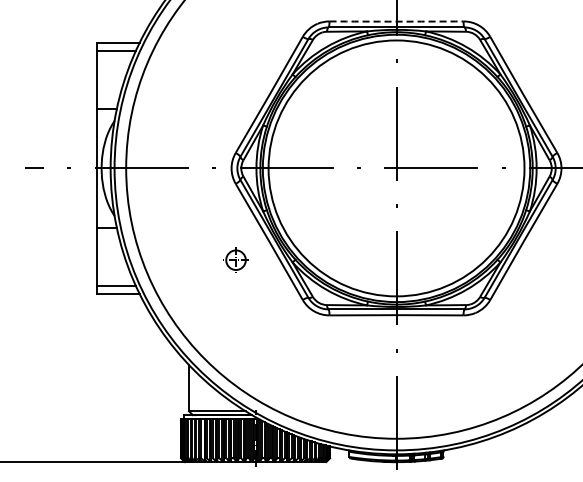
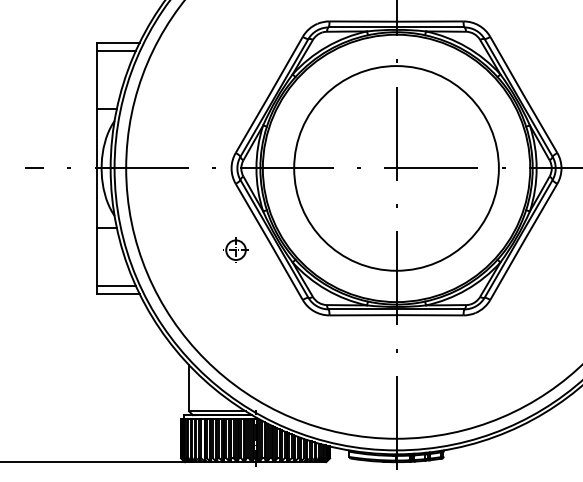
arc at (396, 21): dashed -> solid
circle at (396, 168) diameter: 256 px -> 205 px
part at (235, 259) position: (235, 259) -> (235, 249)
